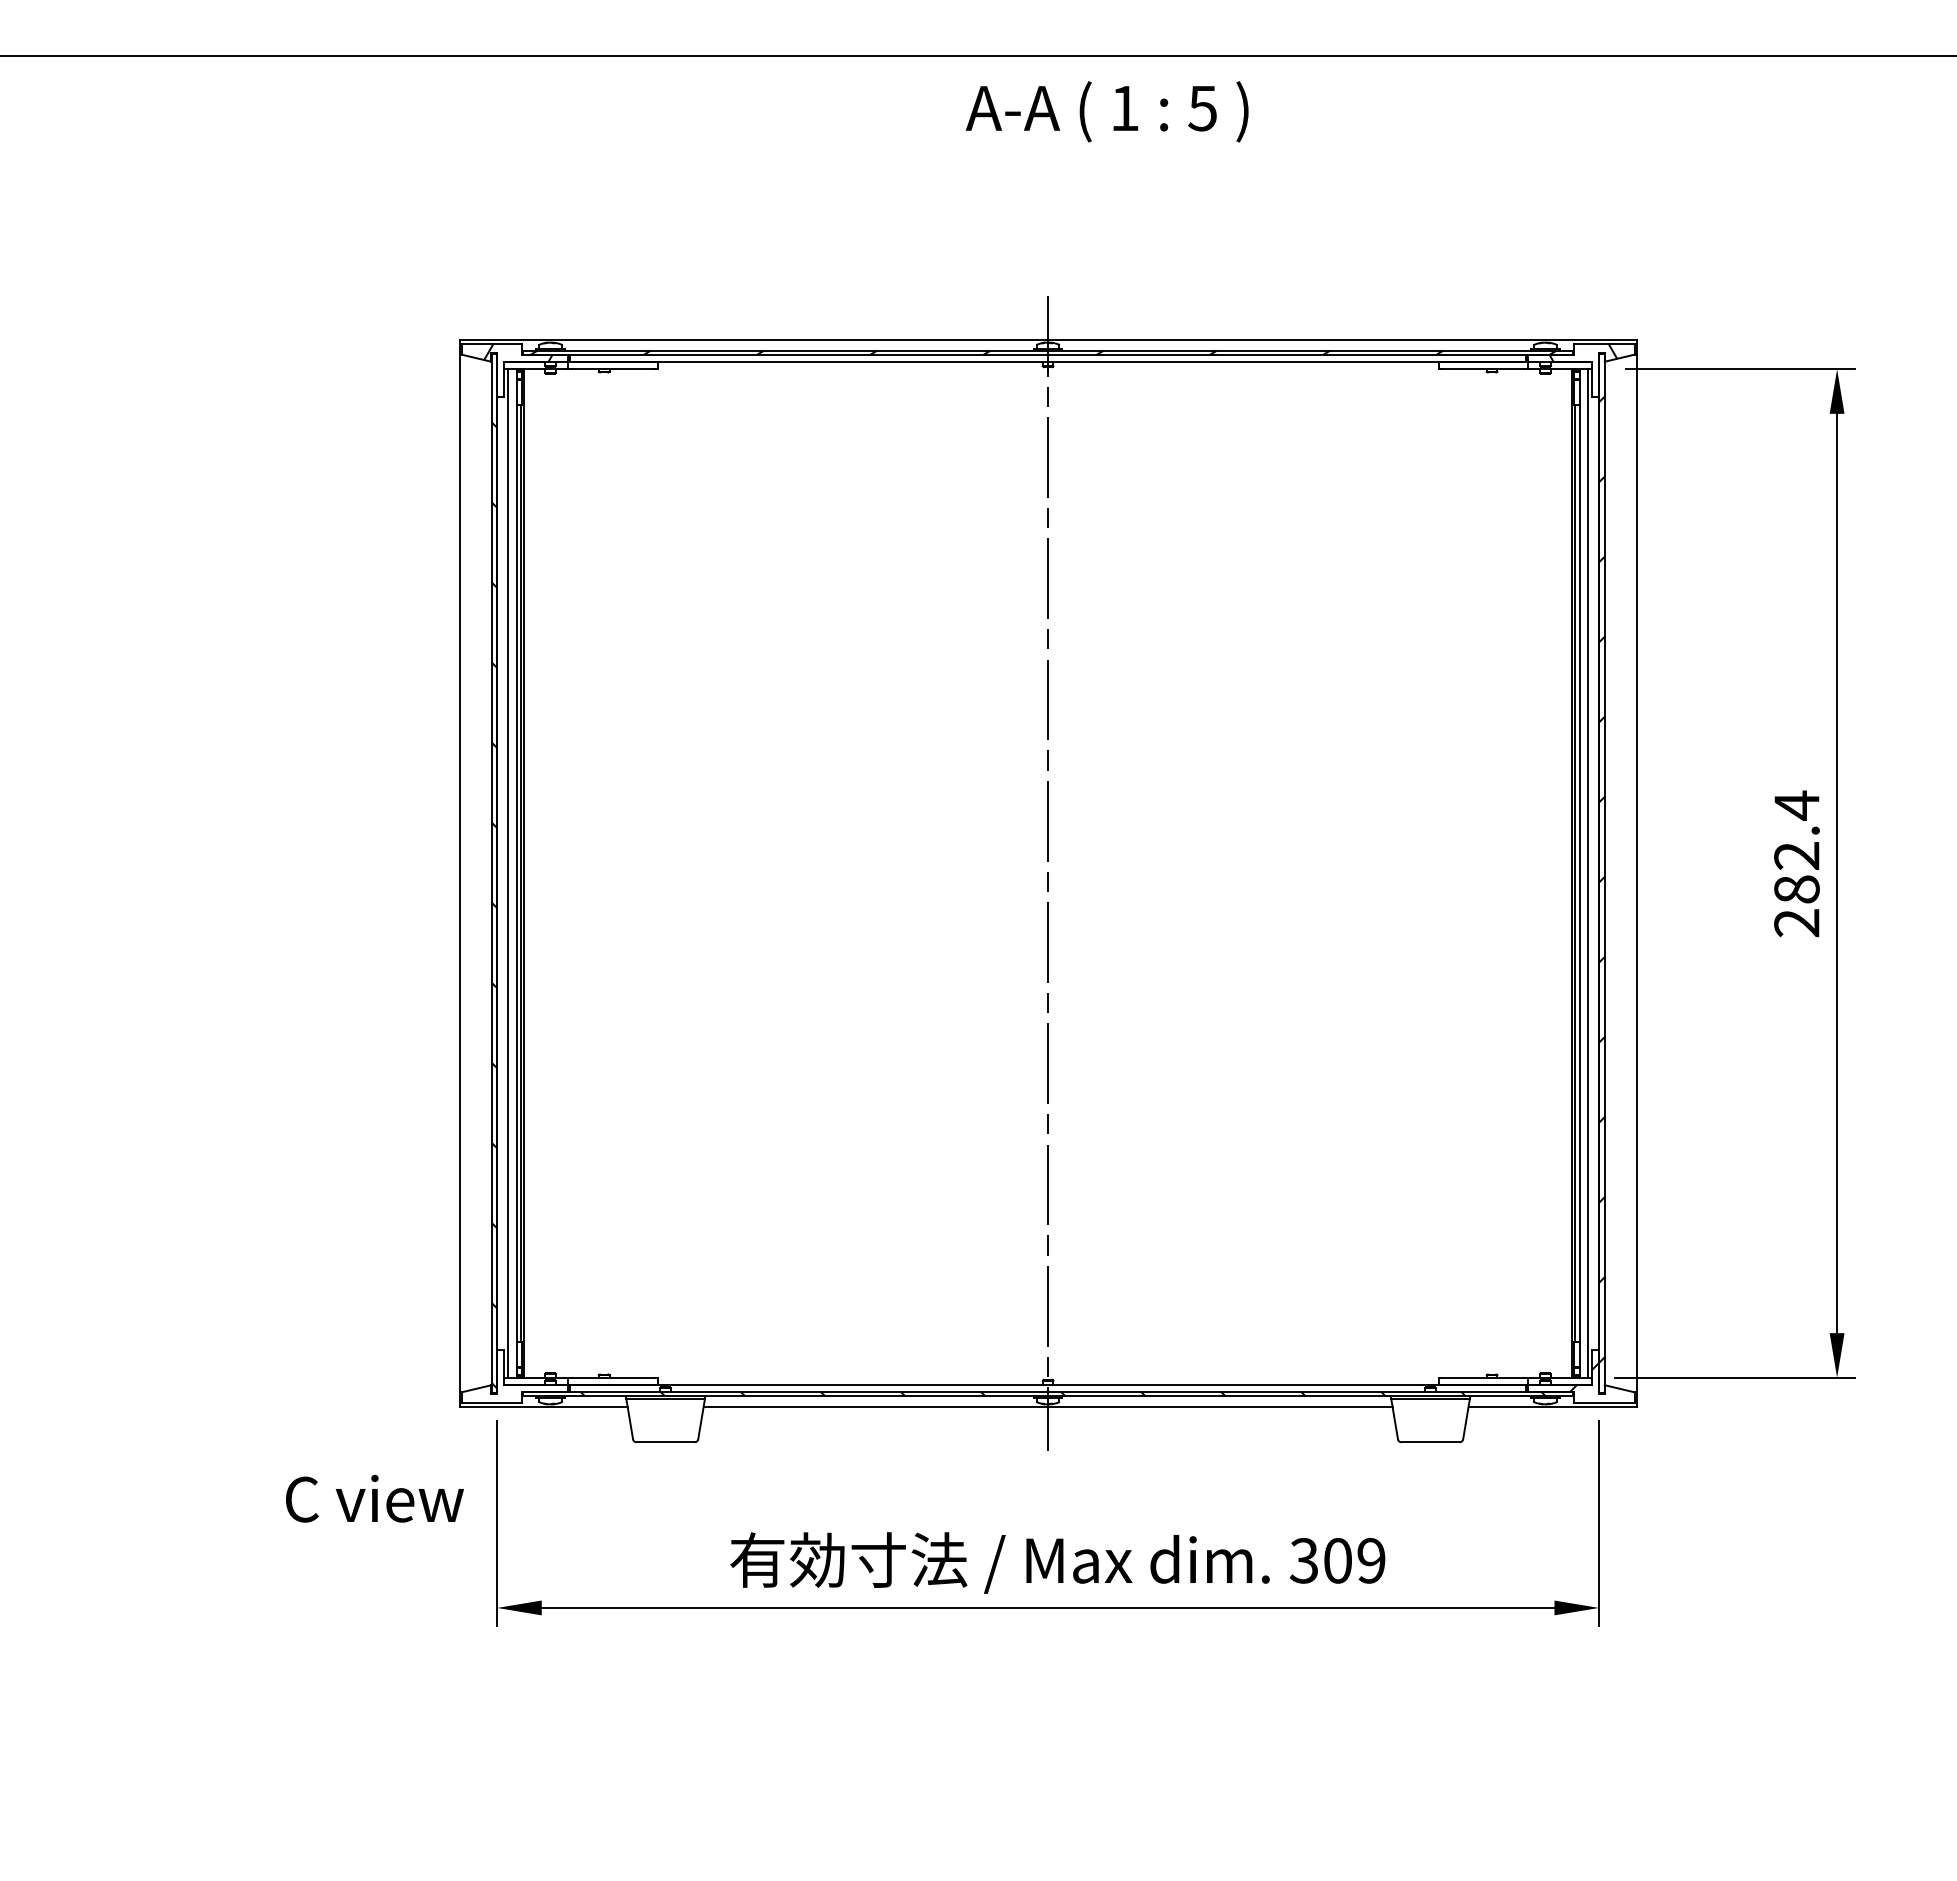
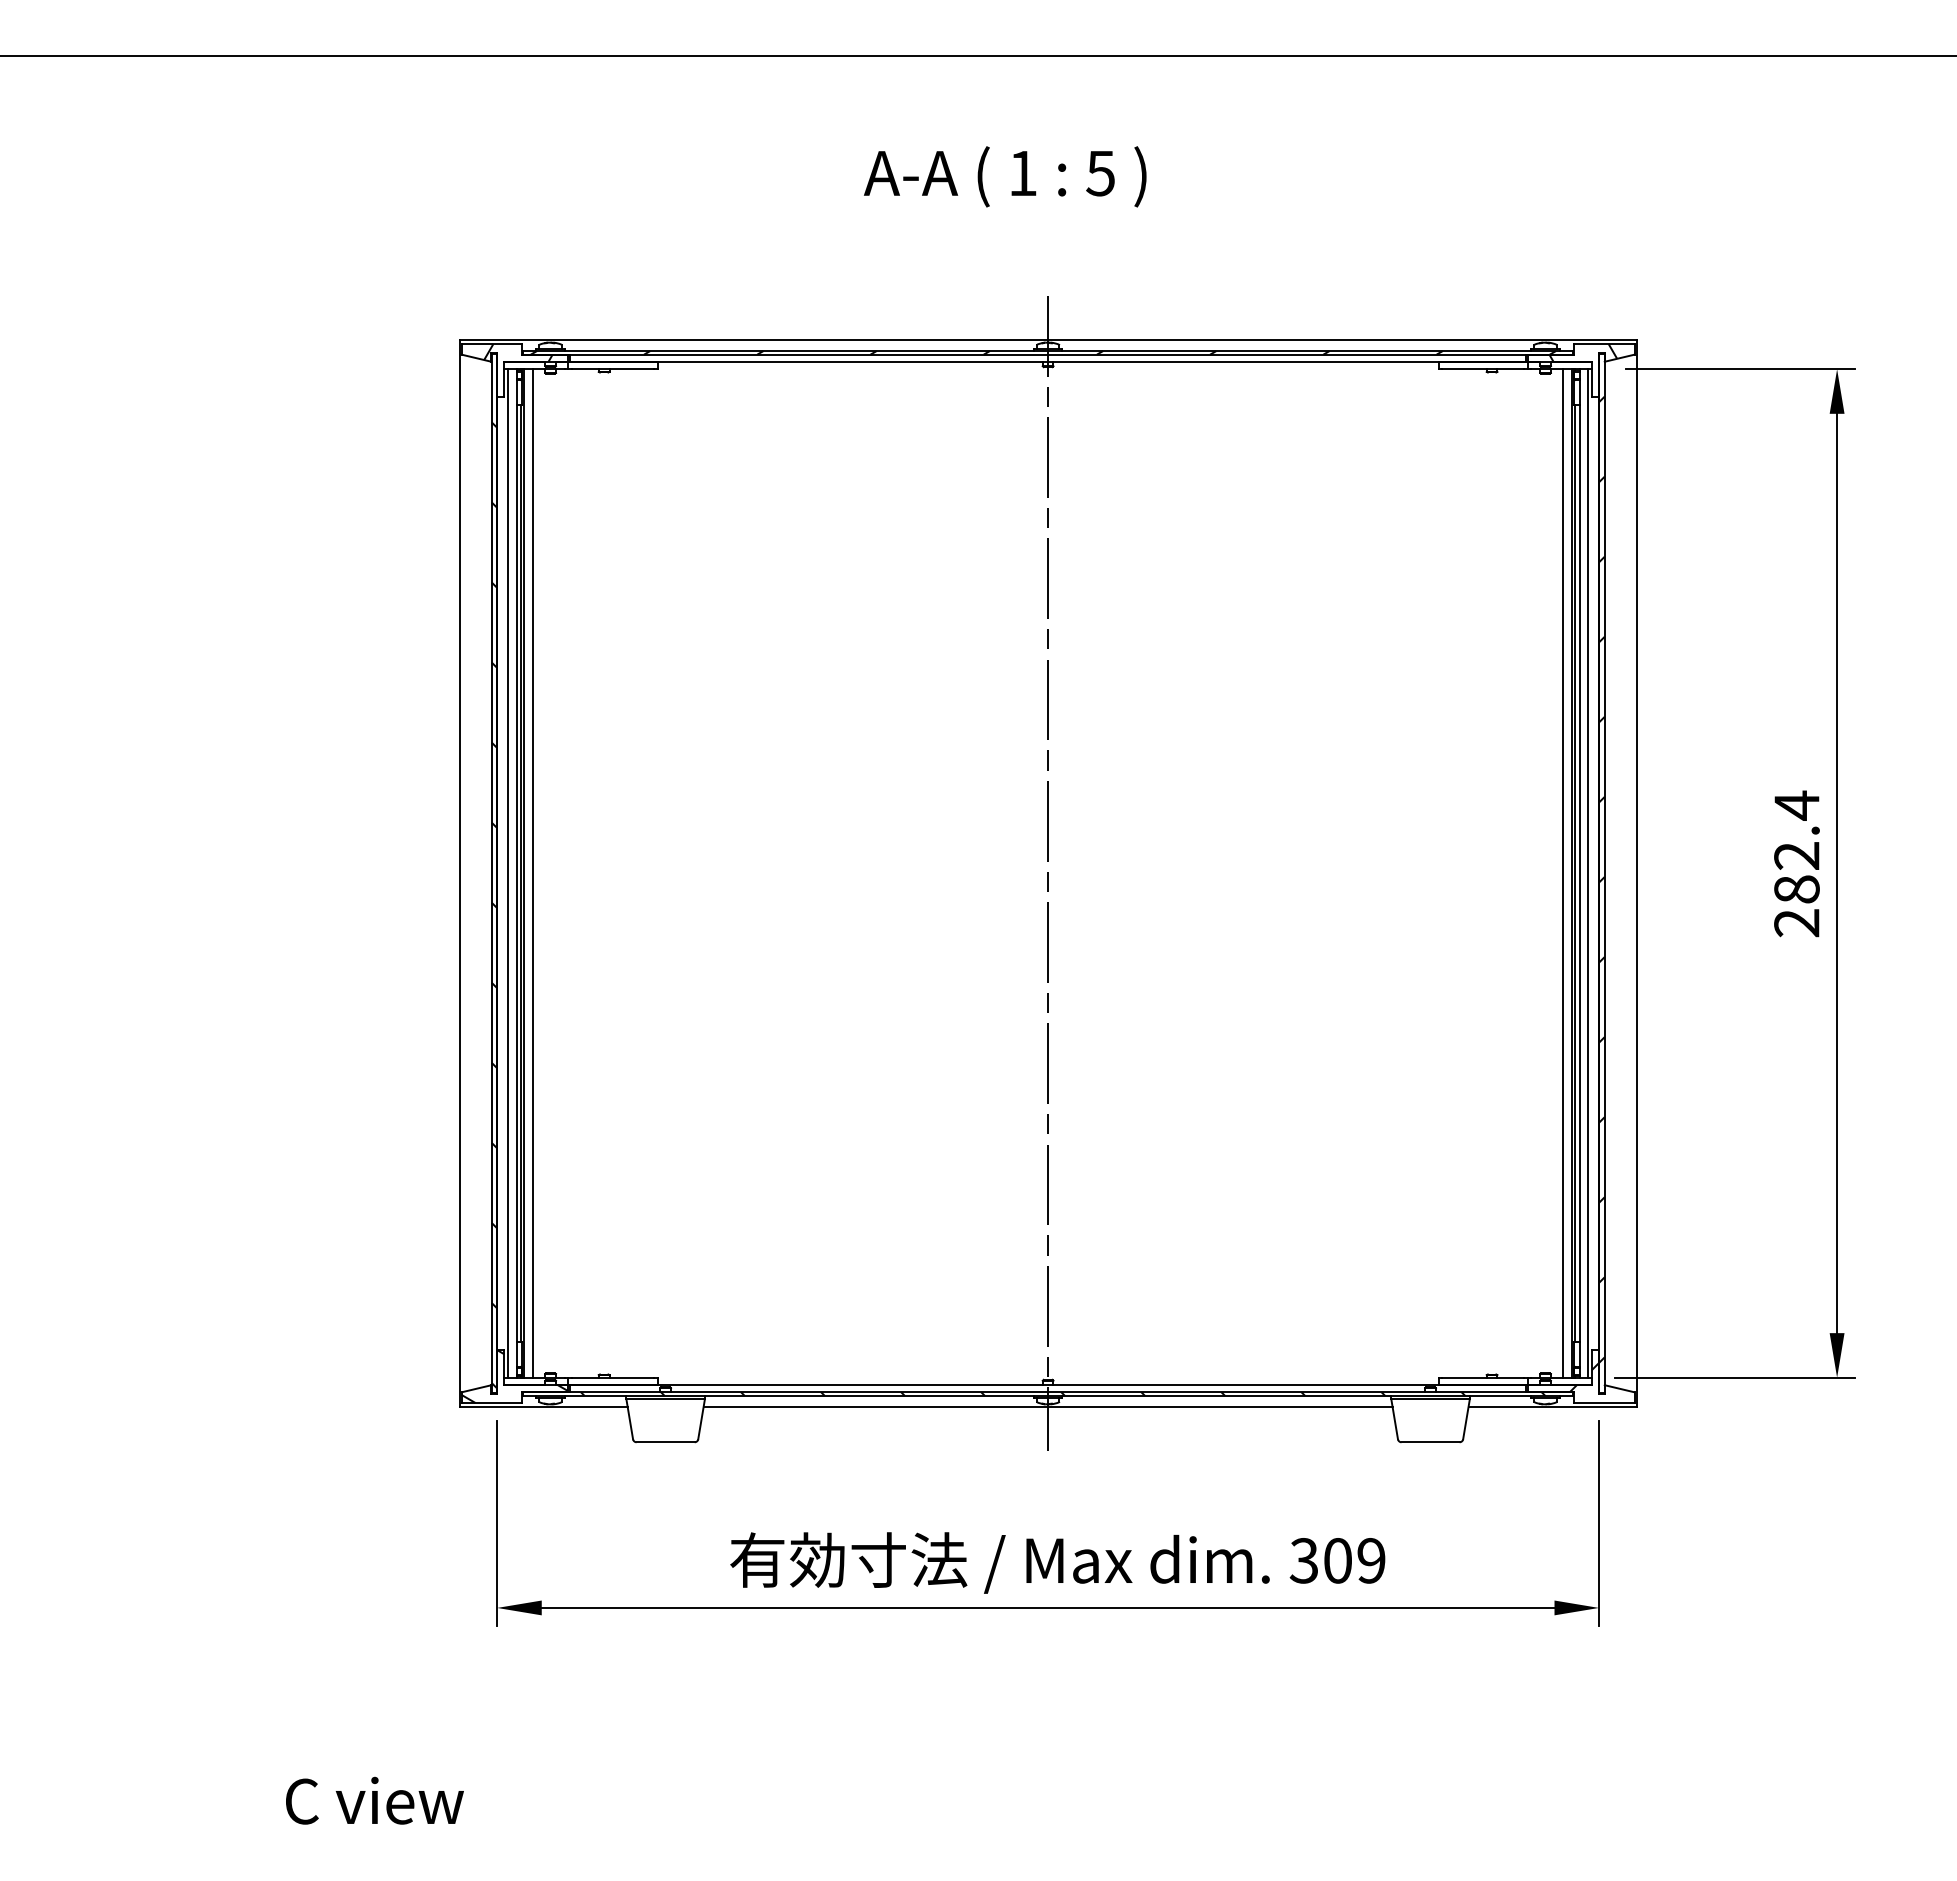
text at (1107, 111) position: (1107, 111) -> (1005, 176)
line at (532, 873): none -> present
line at (1563, 873): none -> present
hatch at (514, 1376): none -> present
text at (374, 1498) position: (374, 1498) -> (374, 1800)
